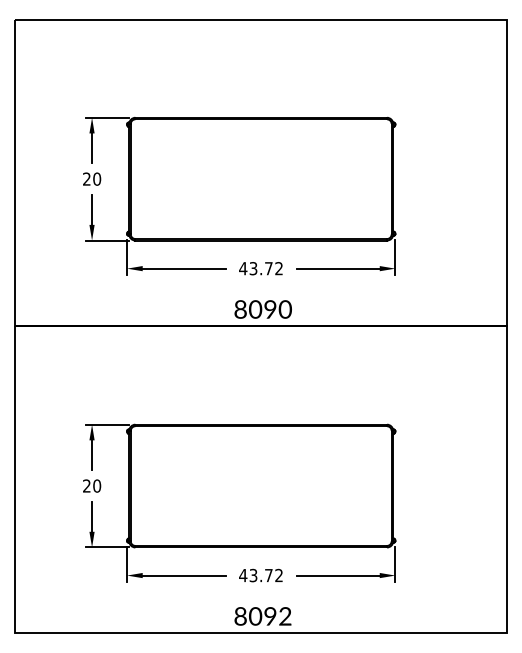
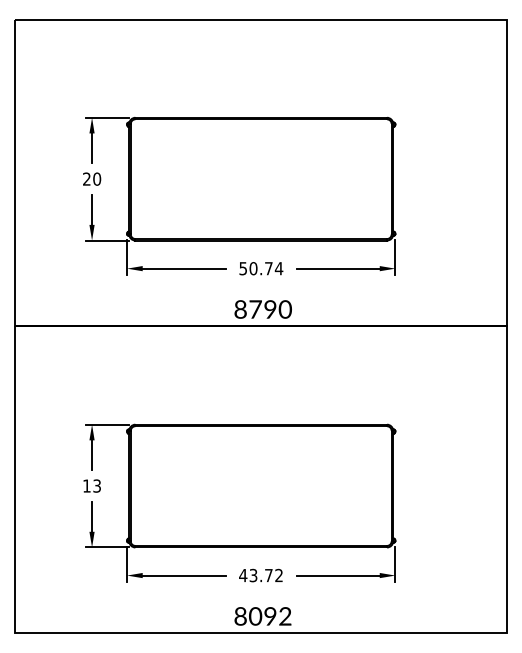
text at (261, 268): 43.72 -> 50.74
text at (255, 309): 8090 -> 8790
text at (92, 485): 20 -> 13
